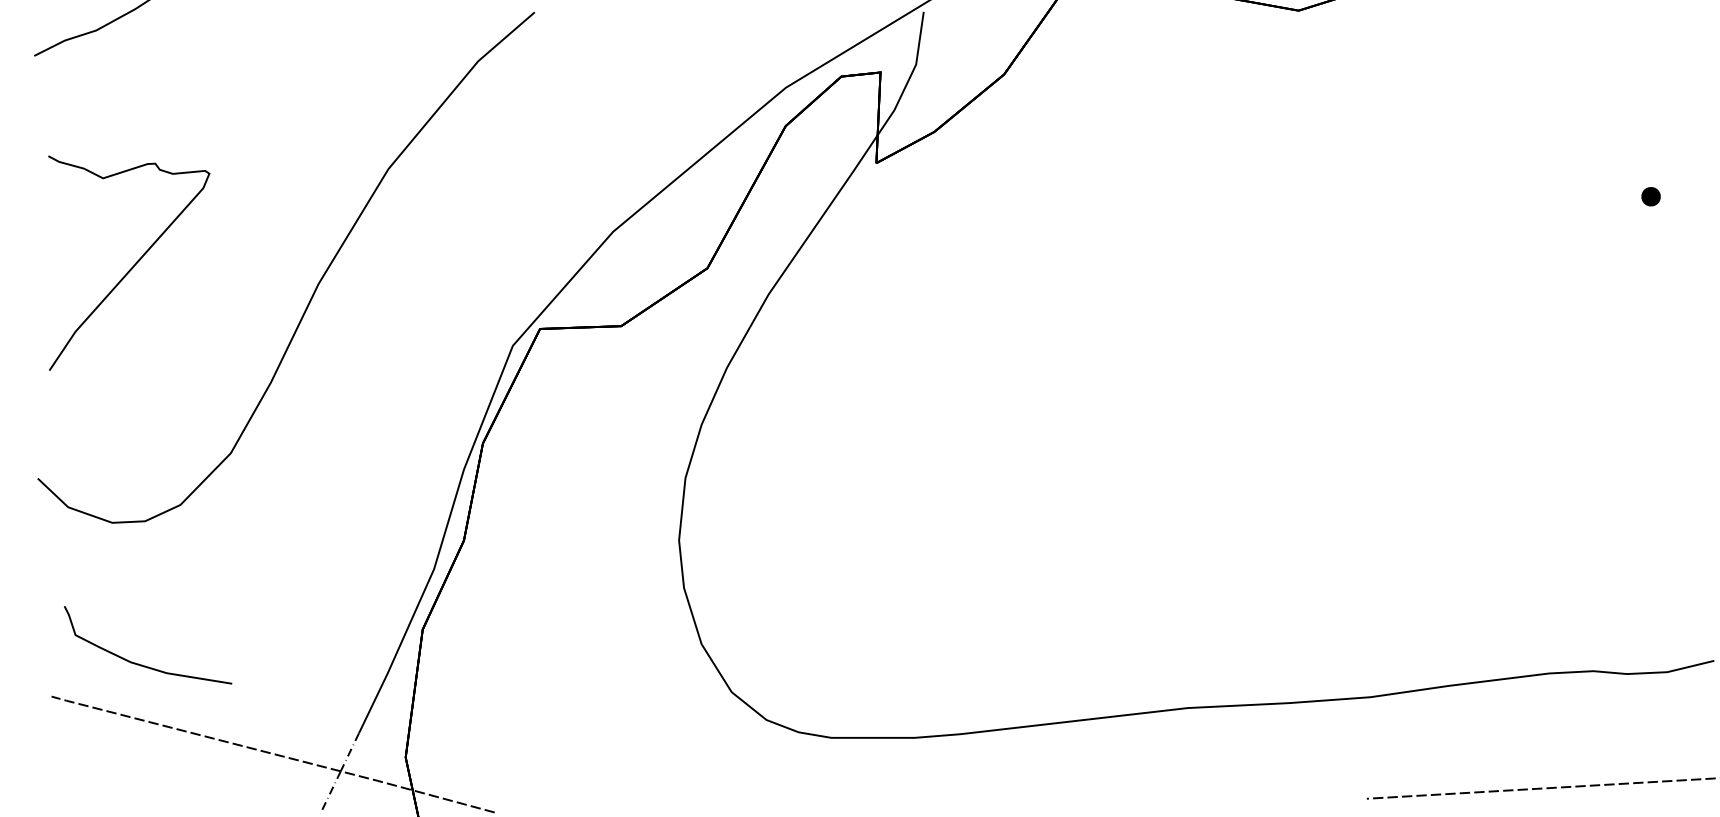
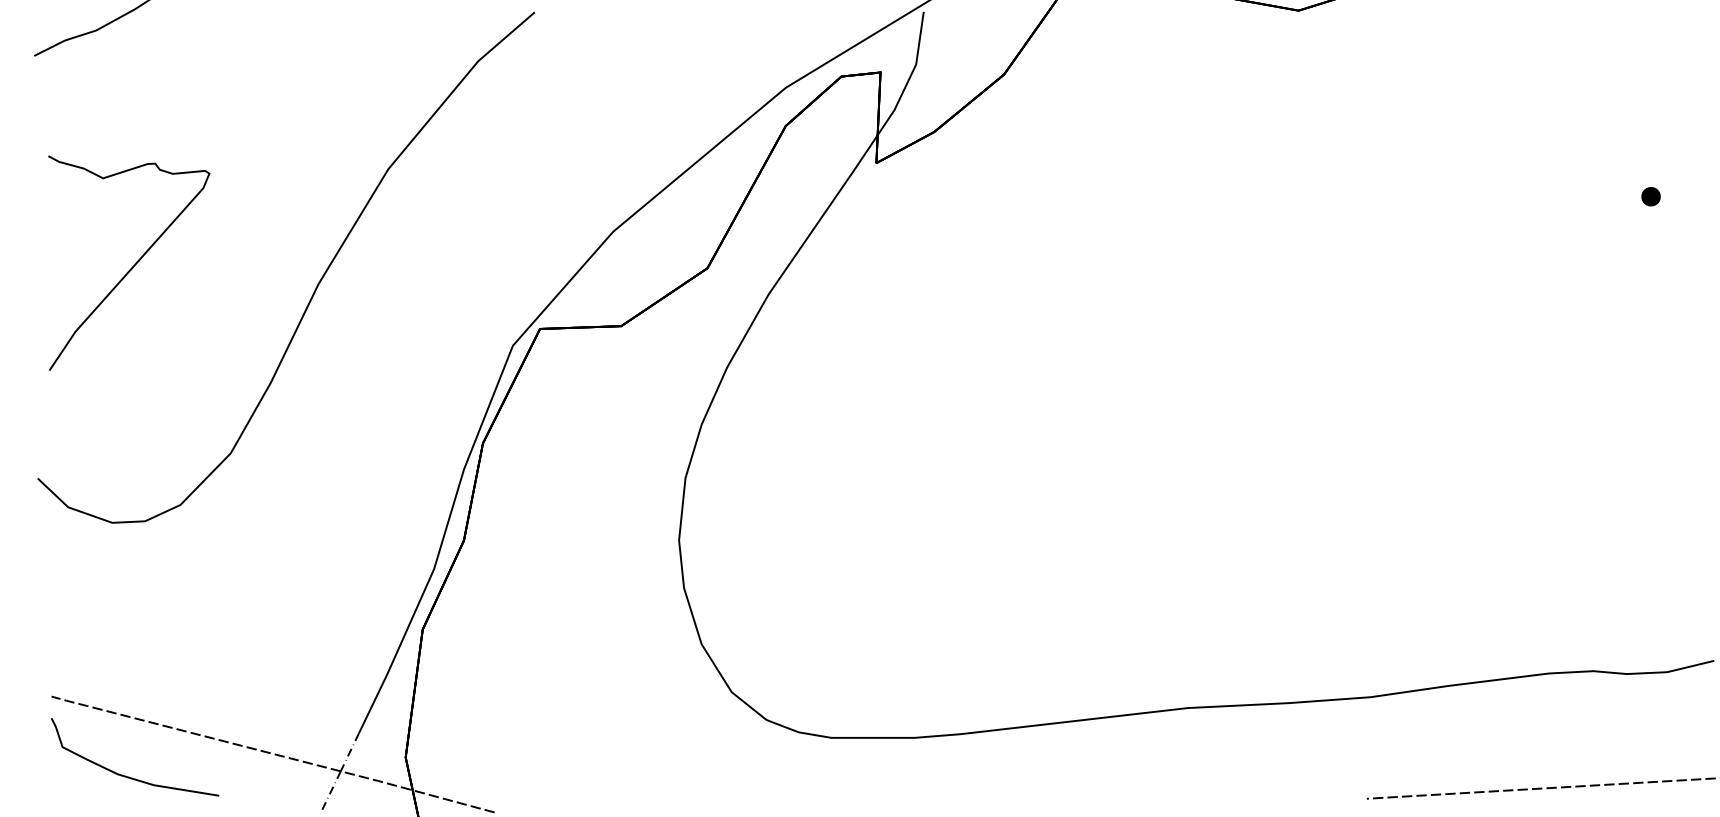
curve at (142, 664) position: (142, 664) -> (129, 776)
